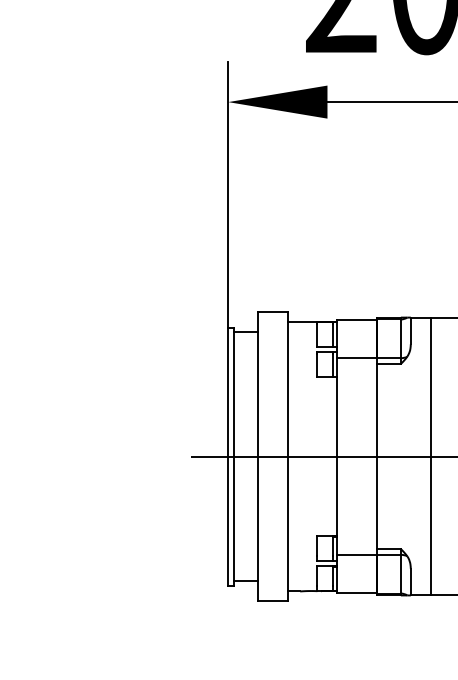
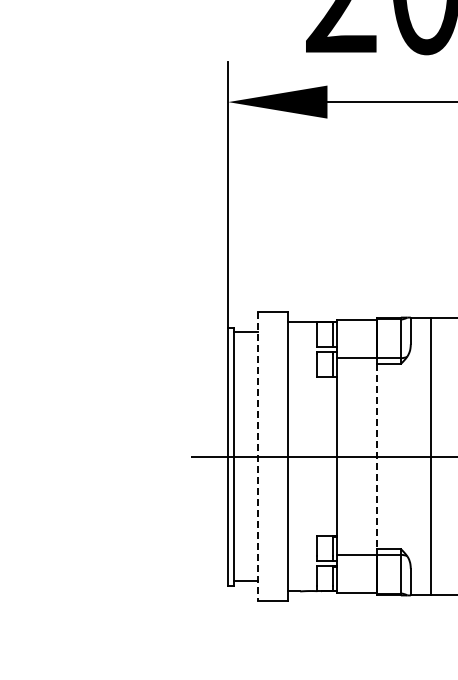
line at (258, 456): solid -> dashed
line at (377, 456): solid -> dashed
